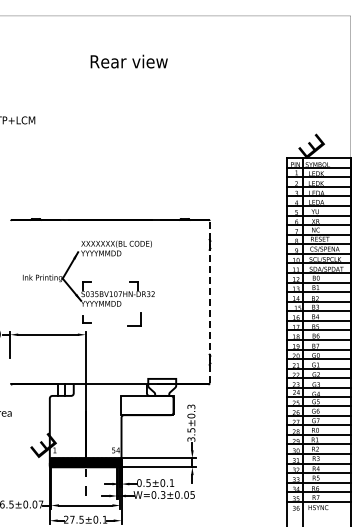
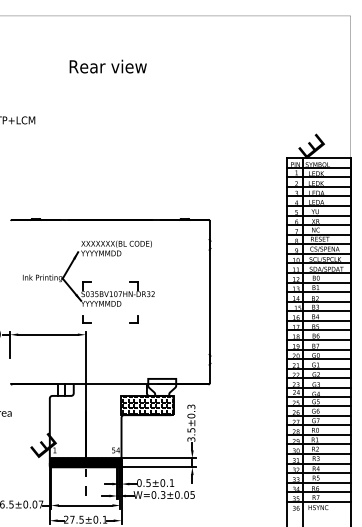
text at (128, 61) position: (128, 61) -> (107, 66)
line at (209, 301): dashed -> solid
part at (134, 319) size: 15x15 px -> 10x9 px
hatch at (147, 404): none -> present
